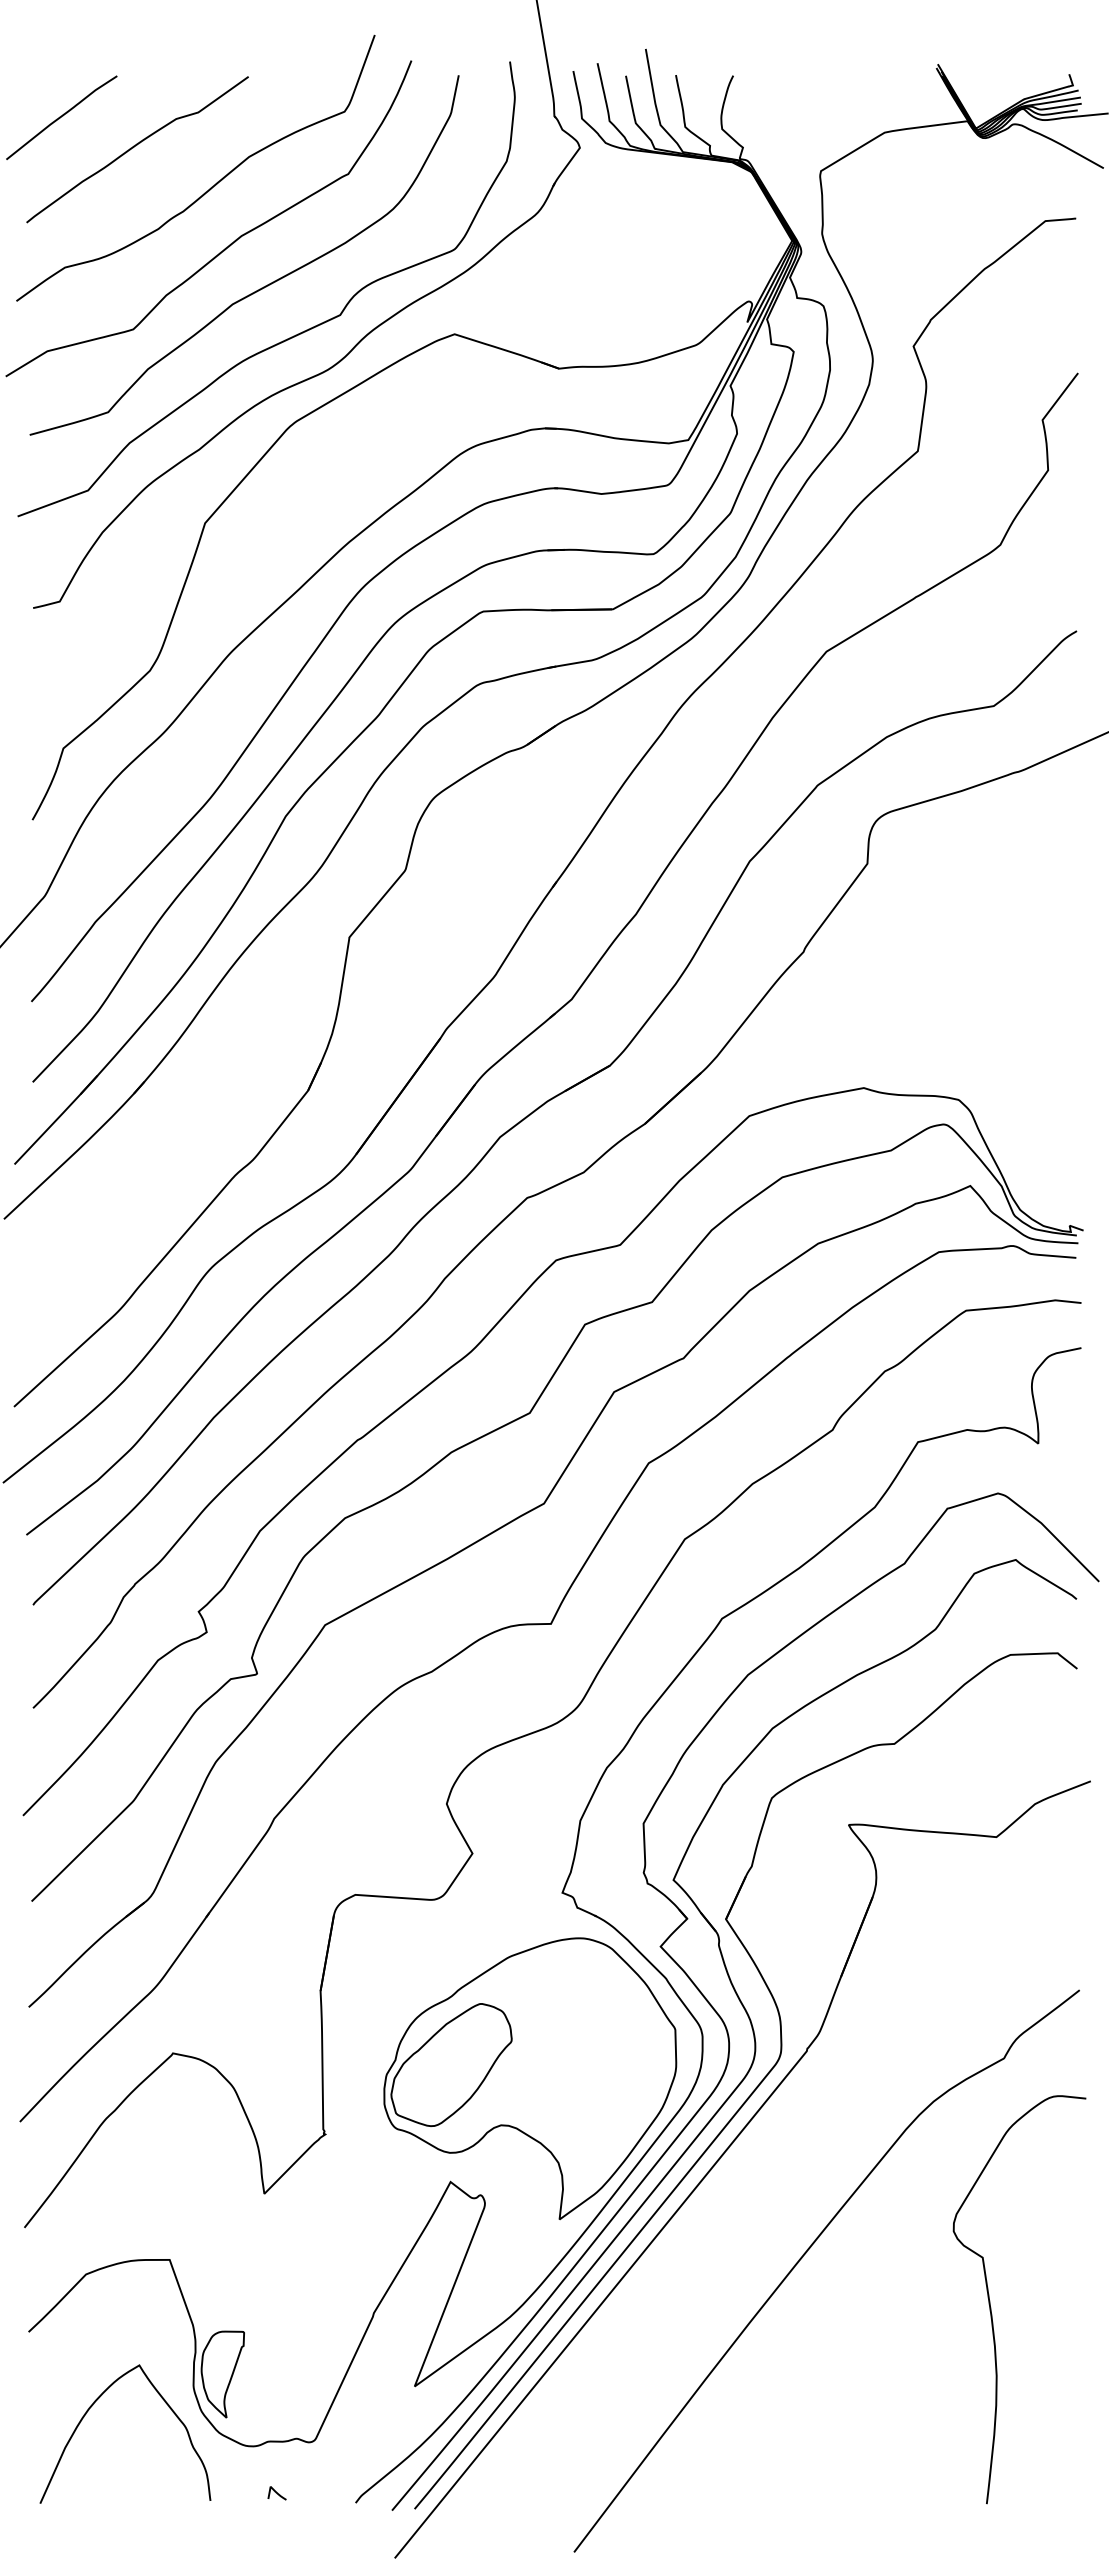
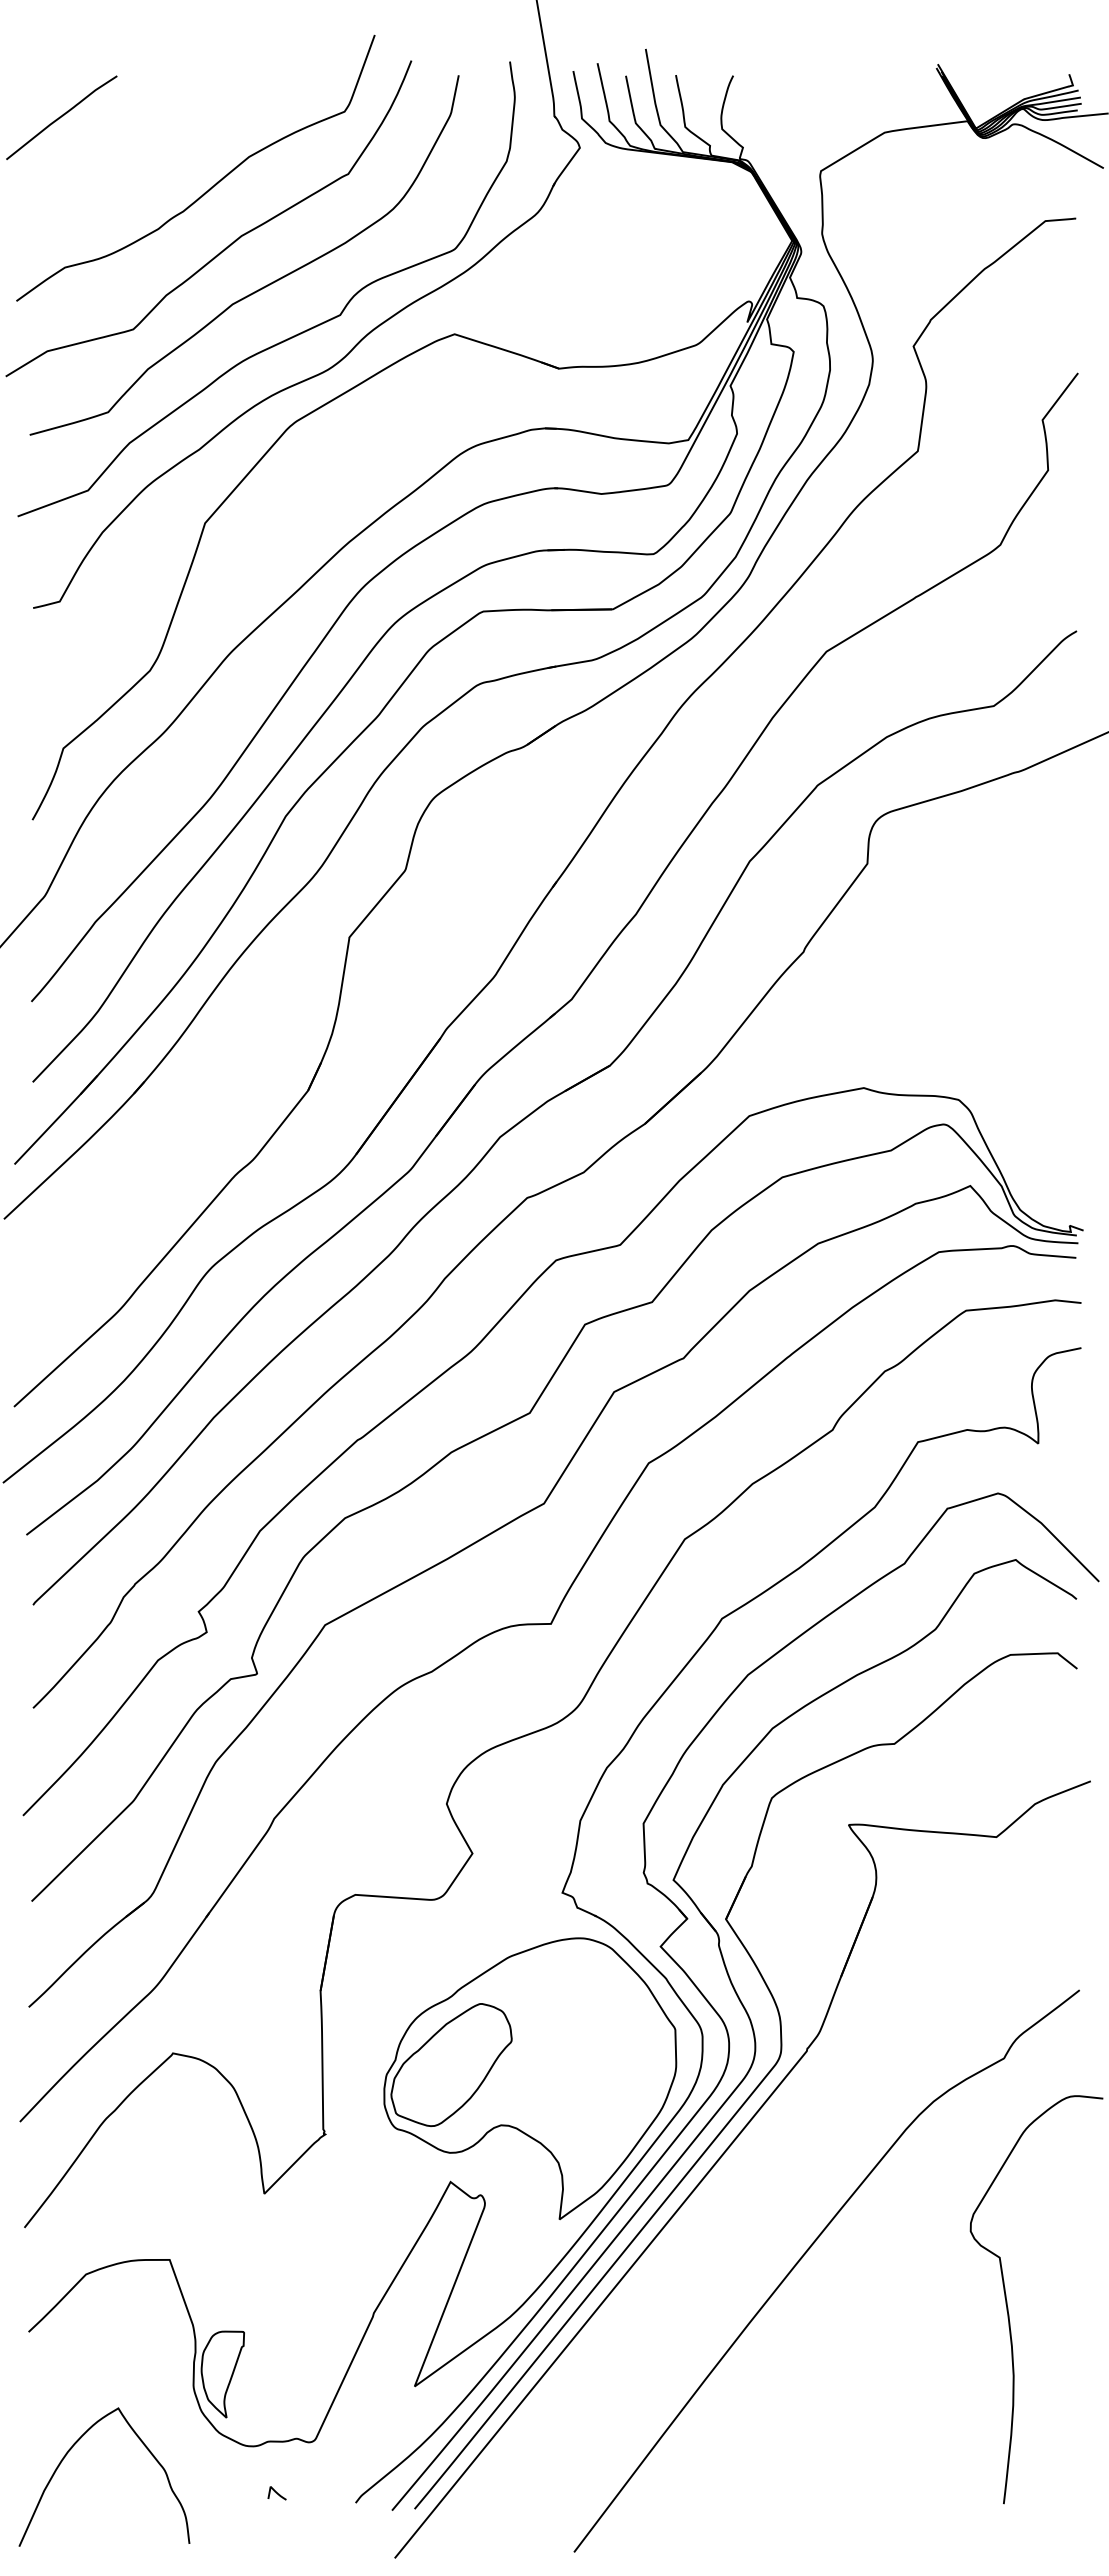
curve at (135, 146): present -> none
curve at (990, 2300) position: (990, 2300) -> (1007, 2300)
curve at (93, 2405) position: (93, 2405) -> (72, 2448)
